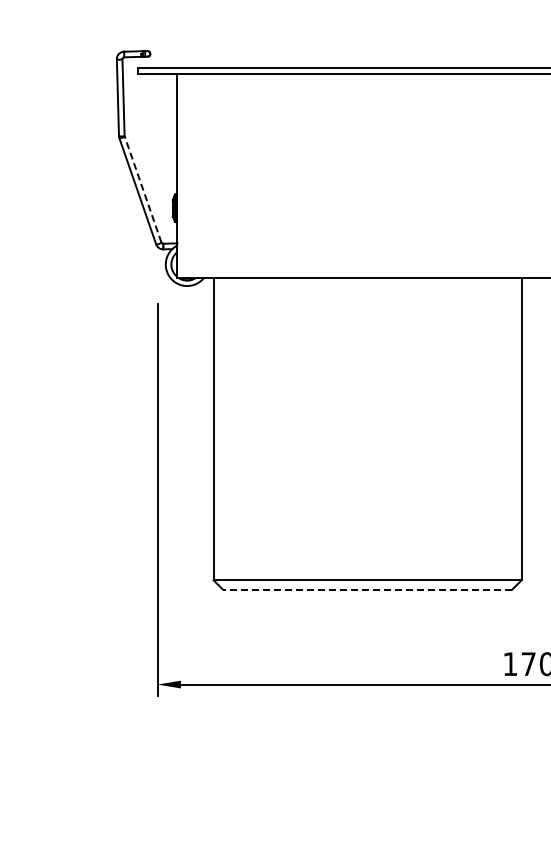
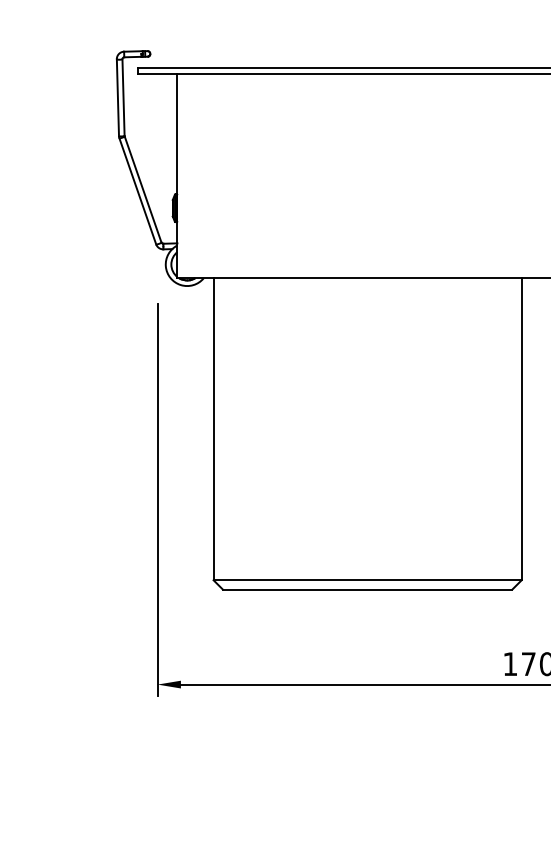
line at (142, 189): dashed -> solid
line at (367, 589): dashed -> solid
